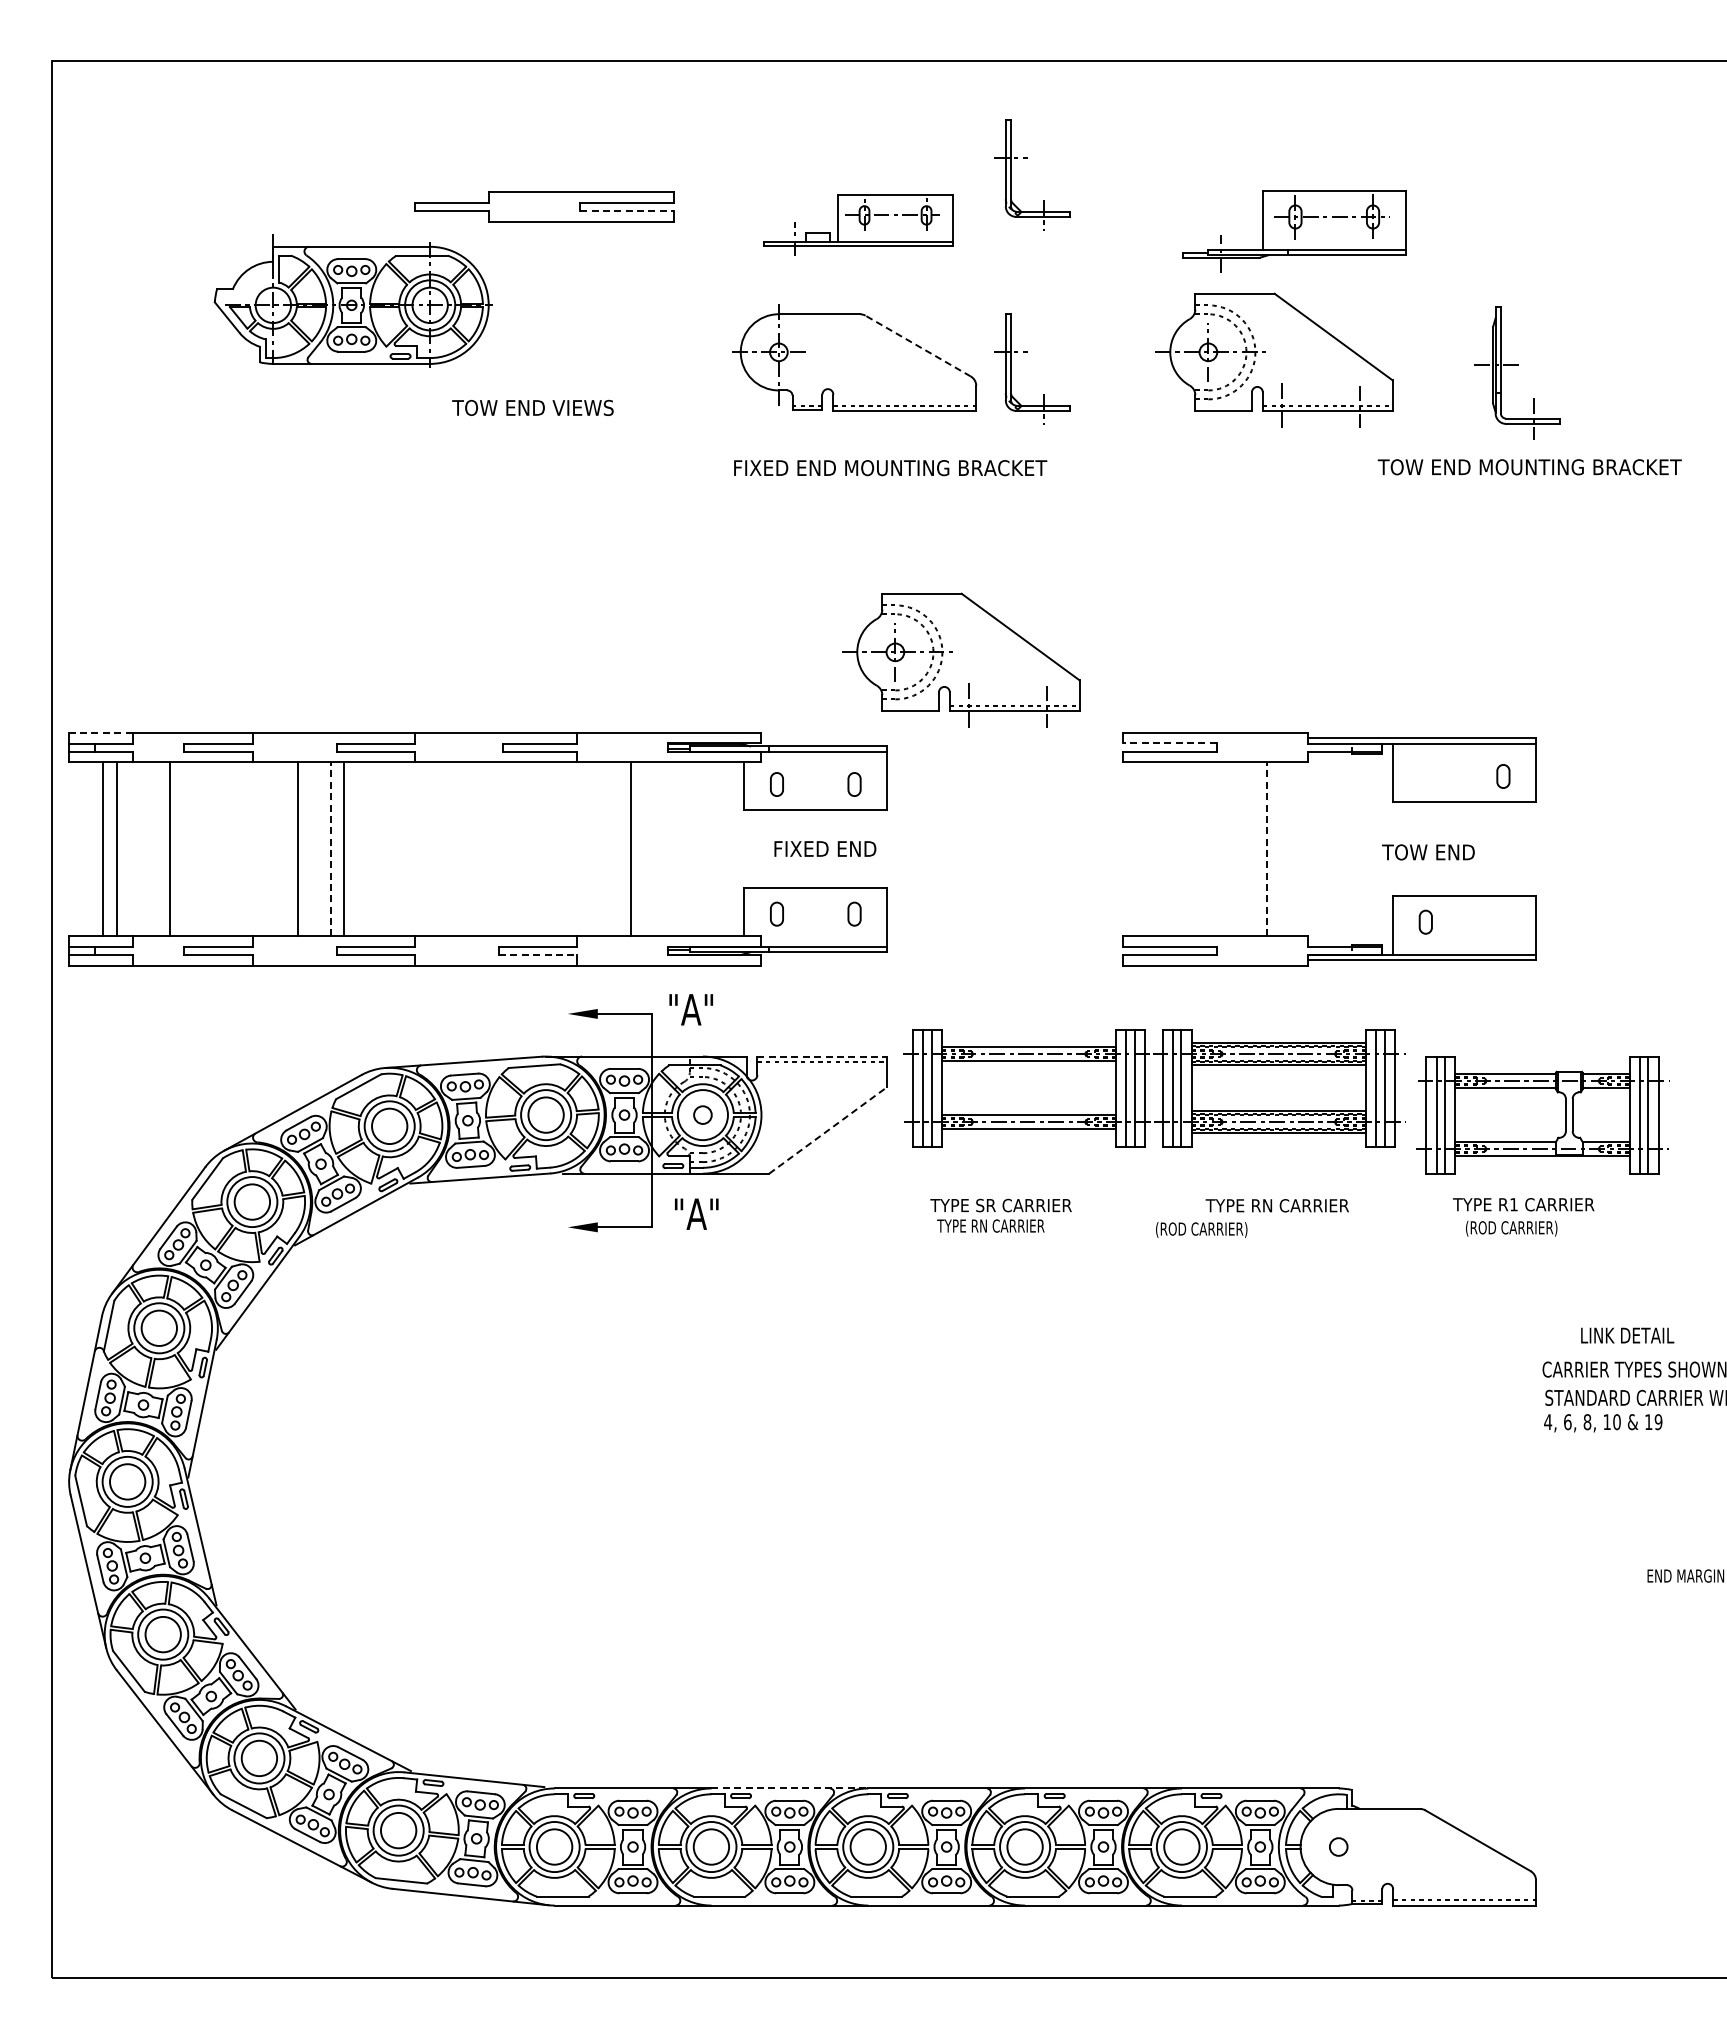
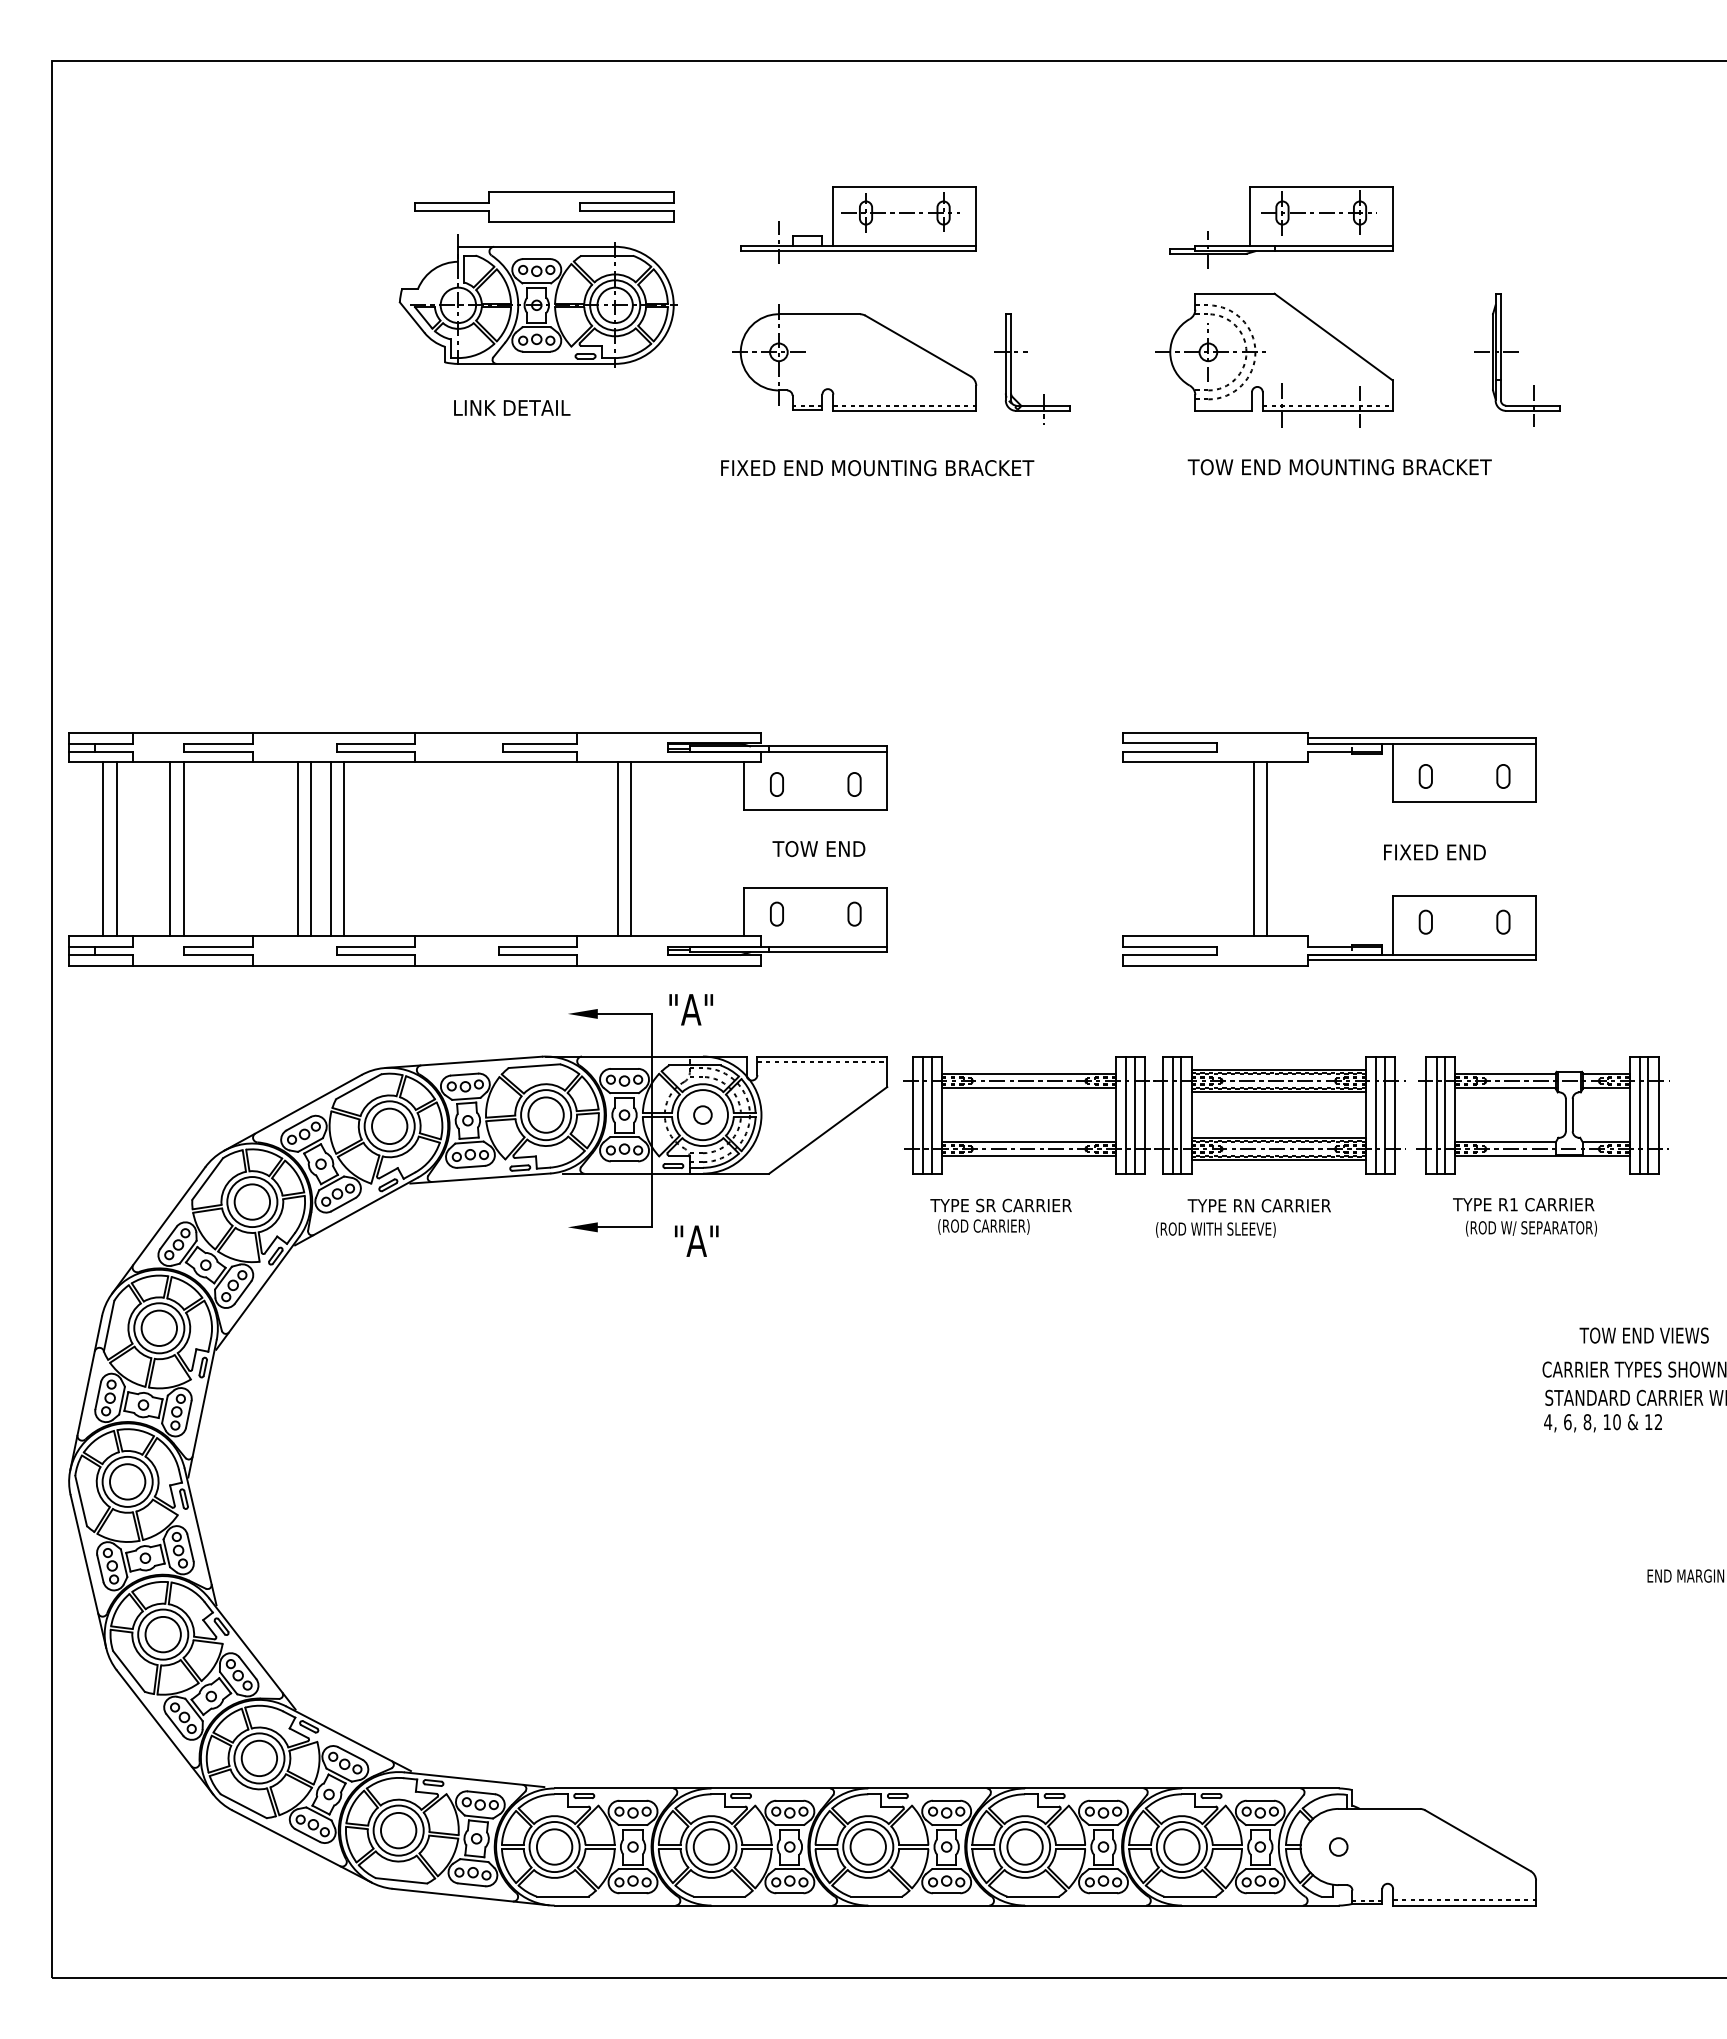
part at (1027, 158): present -> none
line at (627, 211): dashed -> solid
part at (858, 224) size: 191x62 px -> 237x78 px
part at (1294, 231) position: (1294, 231) -> (1281, 227)
part at (352, 300) position: (352, 300) -> (537, 300)
line at (918, 346): dashed -> solid
part at (1517, 365) position: (1517, 365) -> (1517, 352)
text at (532, 407): TOW END VIEWS -> LINK DETAIL
text at (1529, 467) position: (1529, 467) -> (1339, 467)
text at (890, 468) position: (890, 468) -> (877, 468)
part at (961, 659): present -> none
line at (100, 733): dashed -> solid
line at (1170, 743): dashed -> solid
part at (1425, 776): none -> present
line at (330, 848): dashed -> solid
line at (1267, 848): dashed -> solid
line at (183, 849): none -> present
line at (311, 849): none -> present
line at (617, 849): none -> present
text at (824, 849): FIXED END -> TOW END
line at (1253, 849): none -> present
text at (1433, 852): TOW END -> FIXED END
part at (1503, 921): none -> present
line at (538, 955): dashed -> solid
line at (822, 1056): dashed -> solid
part at (1162, 1088) position: (1162, 1088) -> (1162, 1115)
line at (828, 1130): dashed -> solid
text at (1276, 1205) position: (1276, 1205) -> (1258, 1205)
text at (696, 1213) position: (696, 1213) -> (696, 1240)
text at (990, 1226): TYPE RN CARRIER -> (ROD CARRIER)
text at (1548, 1228): (ROD CARRIER) -> (ROD W/ SEPARATOR)
text at (1233, 1229): (ROD CARRIER) -> (ROD WITH SLEEVE)
text at (1643, 1335): LINK DETAIL -> TOW END VIEWS
text at (1658, 1422): 19 -> 12
line at (790, 1788): dashed -> solid
